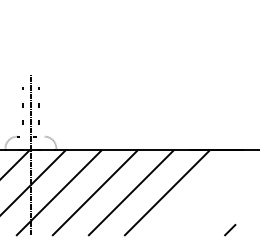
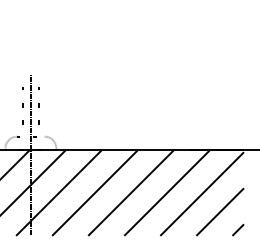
line at (202, 193): none -> present
line at (220, 211): none -> present
line at (230, 229) position: (230, 229) -> (238, 229)
